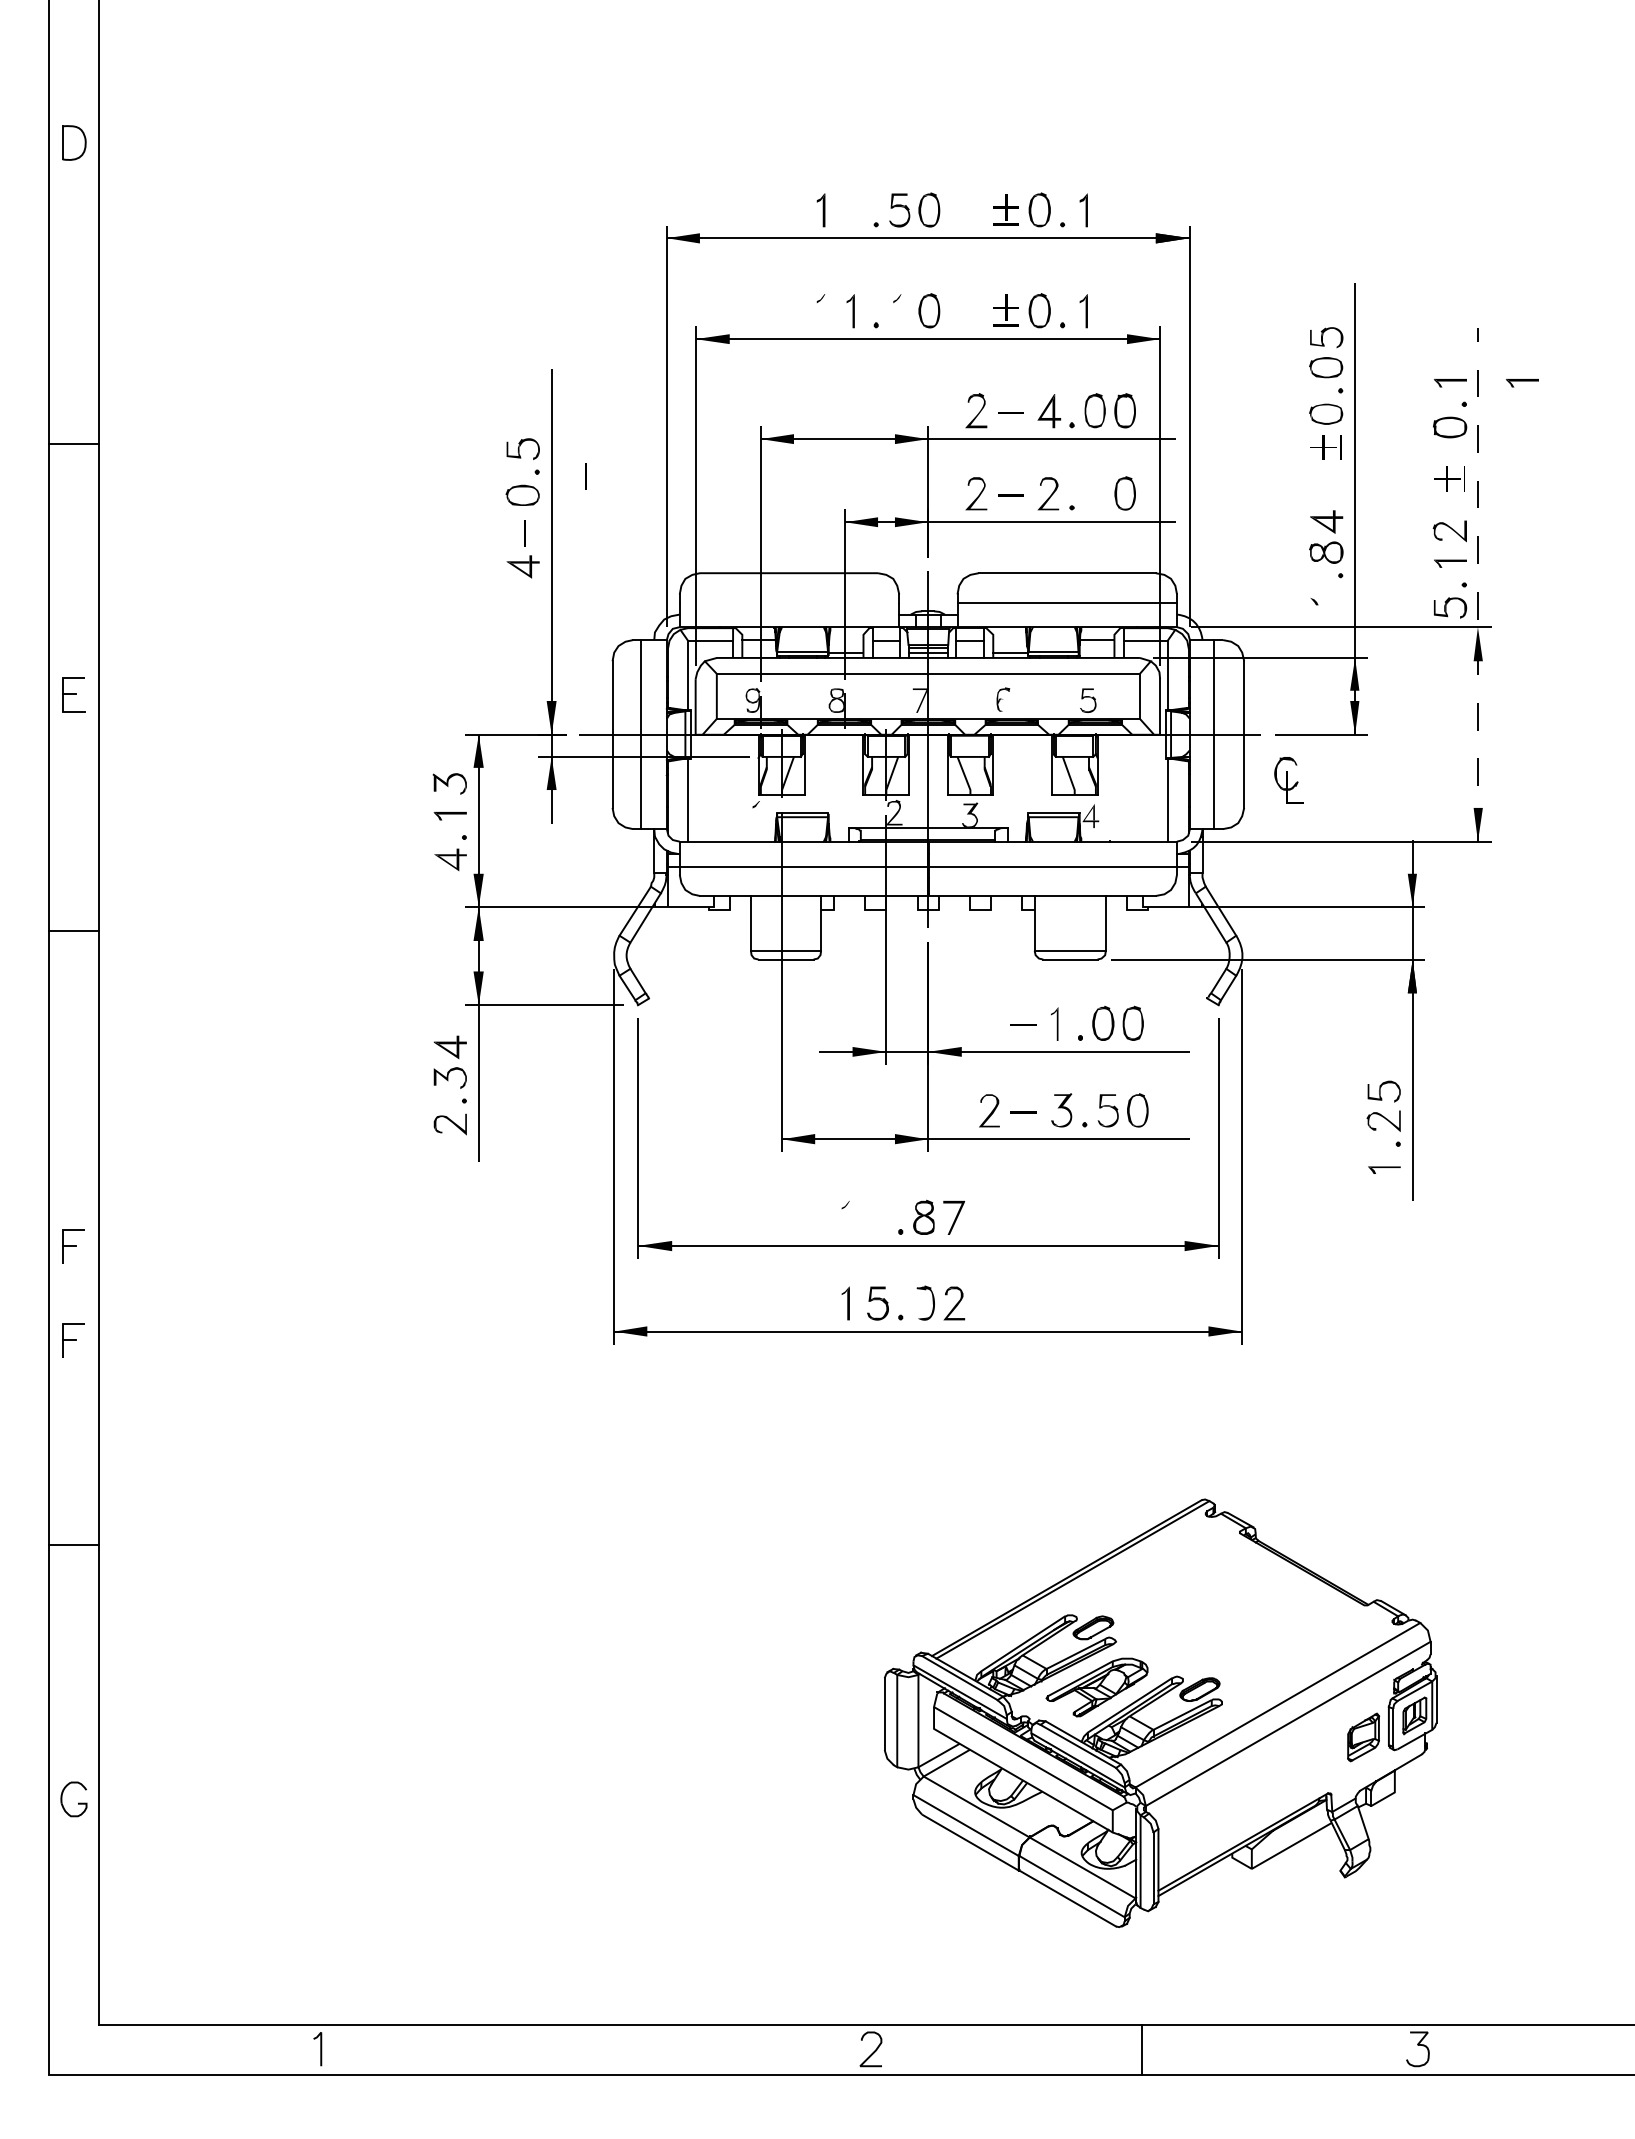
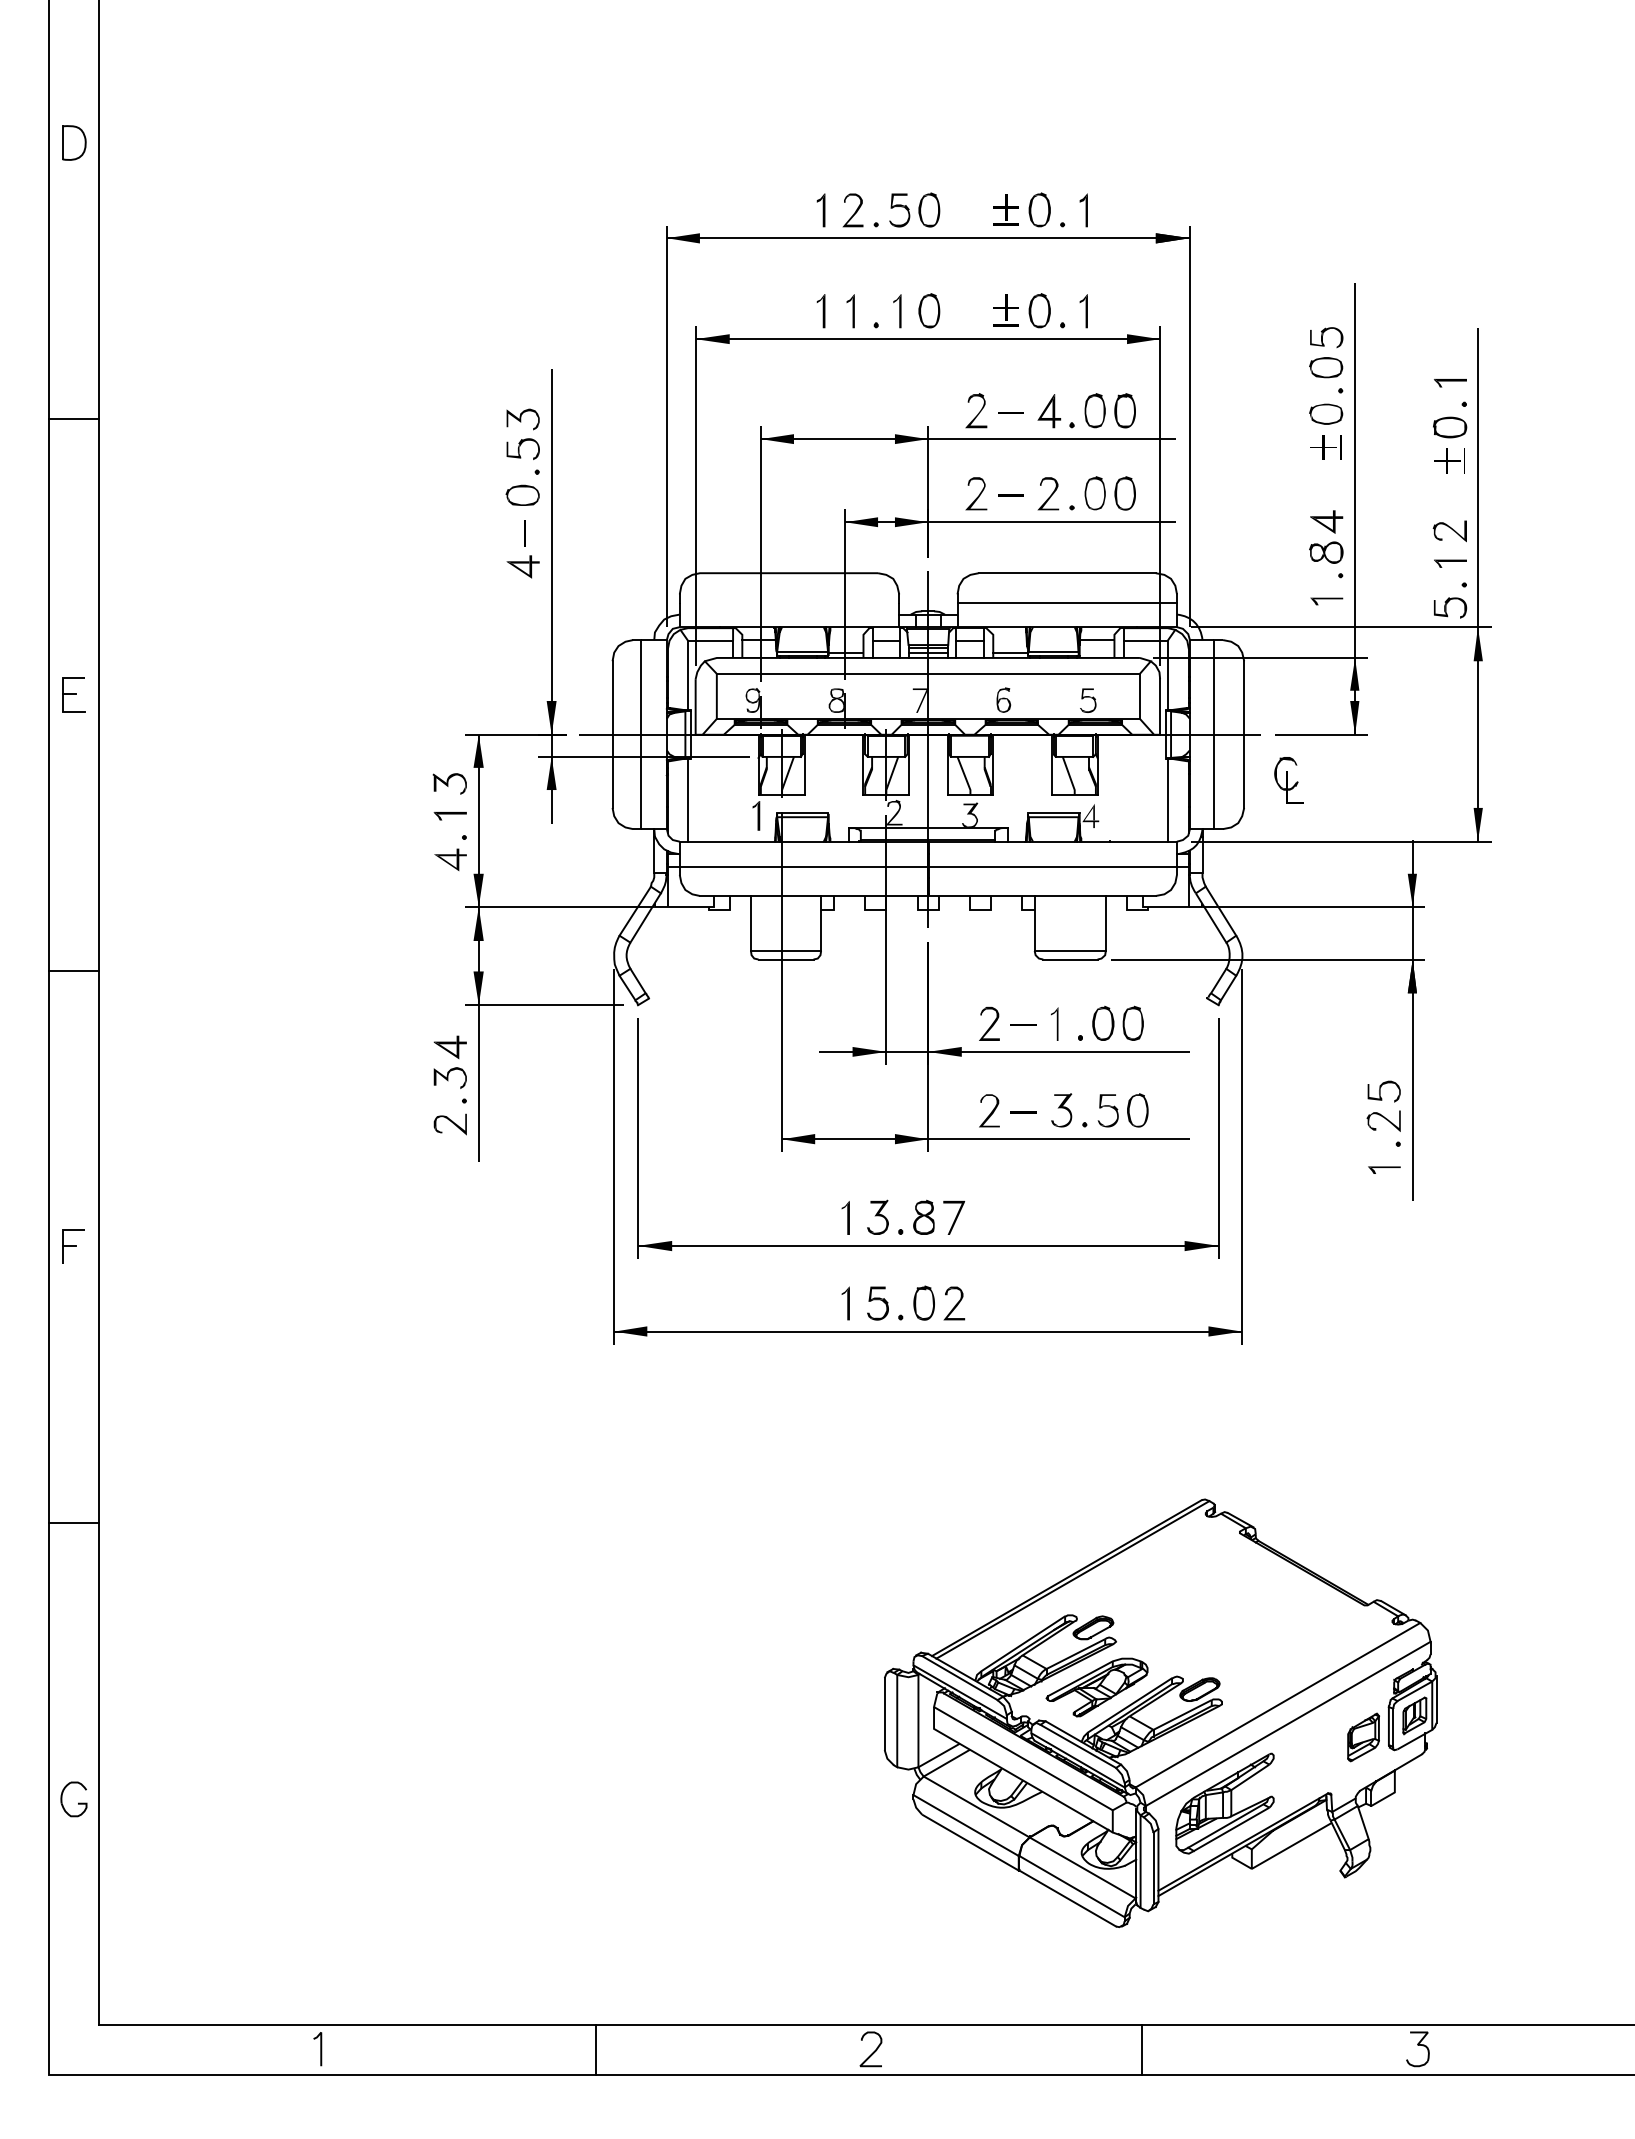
part at (852, 210): none -> present
fill at (823, 311): none -> present
fill at (900, 311): none -> present
part at (1522, 383): present -> none
part at (522, 419): none -> present
line at (74, 443) position: (74, 443) -> (74, 418)
line at (585, 476): present -> none
part at (1449, 478) position: (1449, 478) -> (1449, 460)
part at (1094, 493): none -> present
line at (1477, 584): dashed -> solid
fill at (1326, 598): none -> present
fill at (1005, 704): none -> present
fill at (758, 815): none -> present
line at (74, 931) position: (74, 931) -> (74, 971)
part at (989, 1023): none -> present
part at (877, 1216): none -> present
fill at (848, 1217): none -> present
fill at (919, 1303): none -> present
part at (73, 1340): present -> none
line at (74, 1544) position: (74, 1544) -> (74, 1522)
part at (1224, 1803): none -> present
line at (595, 2049): none -> present
